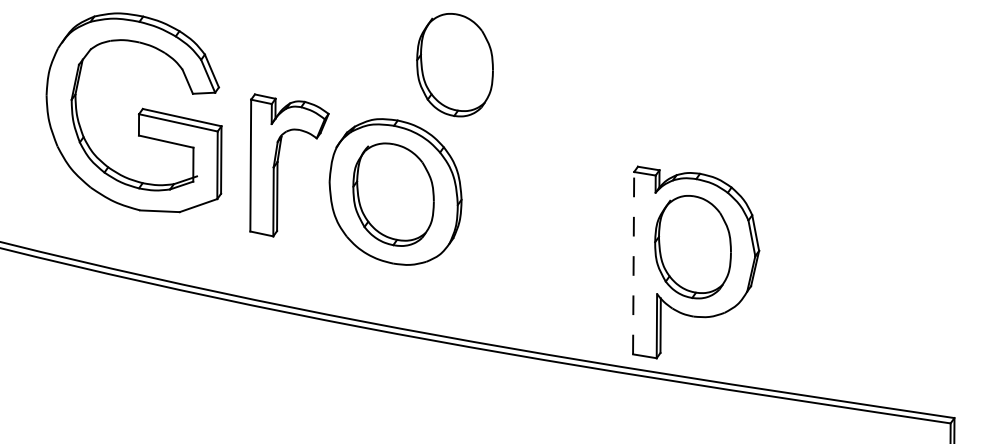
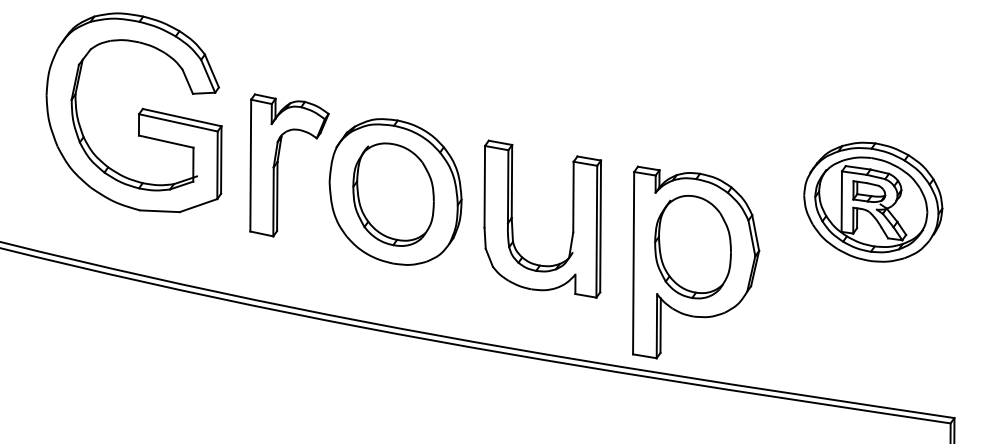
part at (454, 65): present -> none
part at (873, 201): none -> present
part at (512, 218): none -> present
line at (633, 262): dashed -> solid
